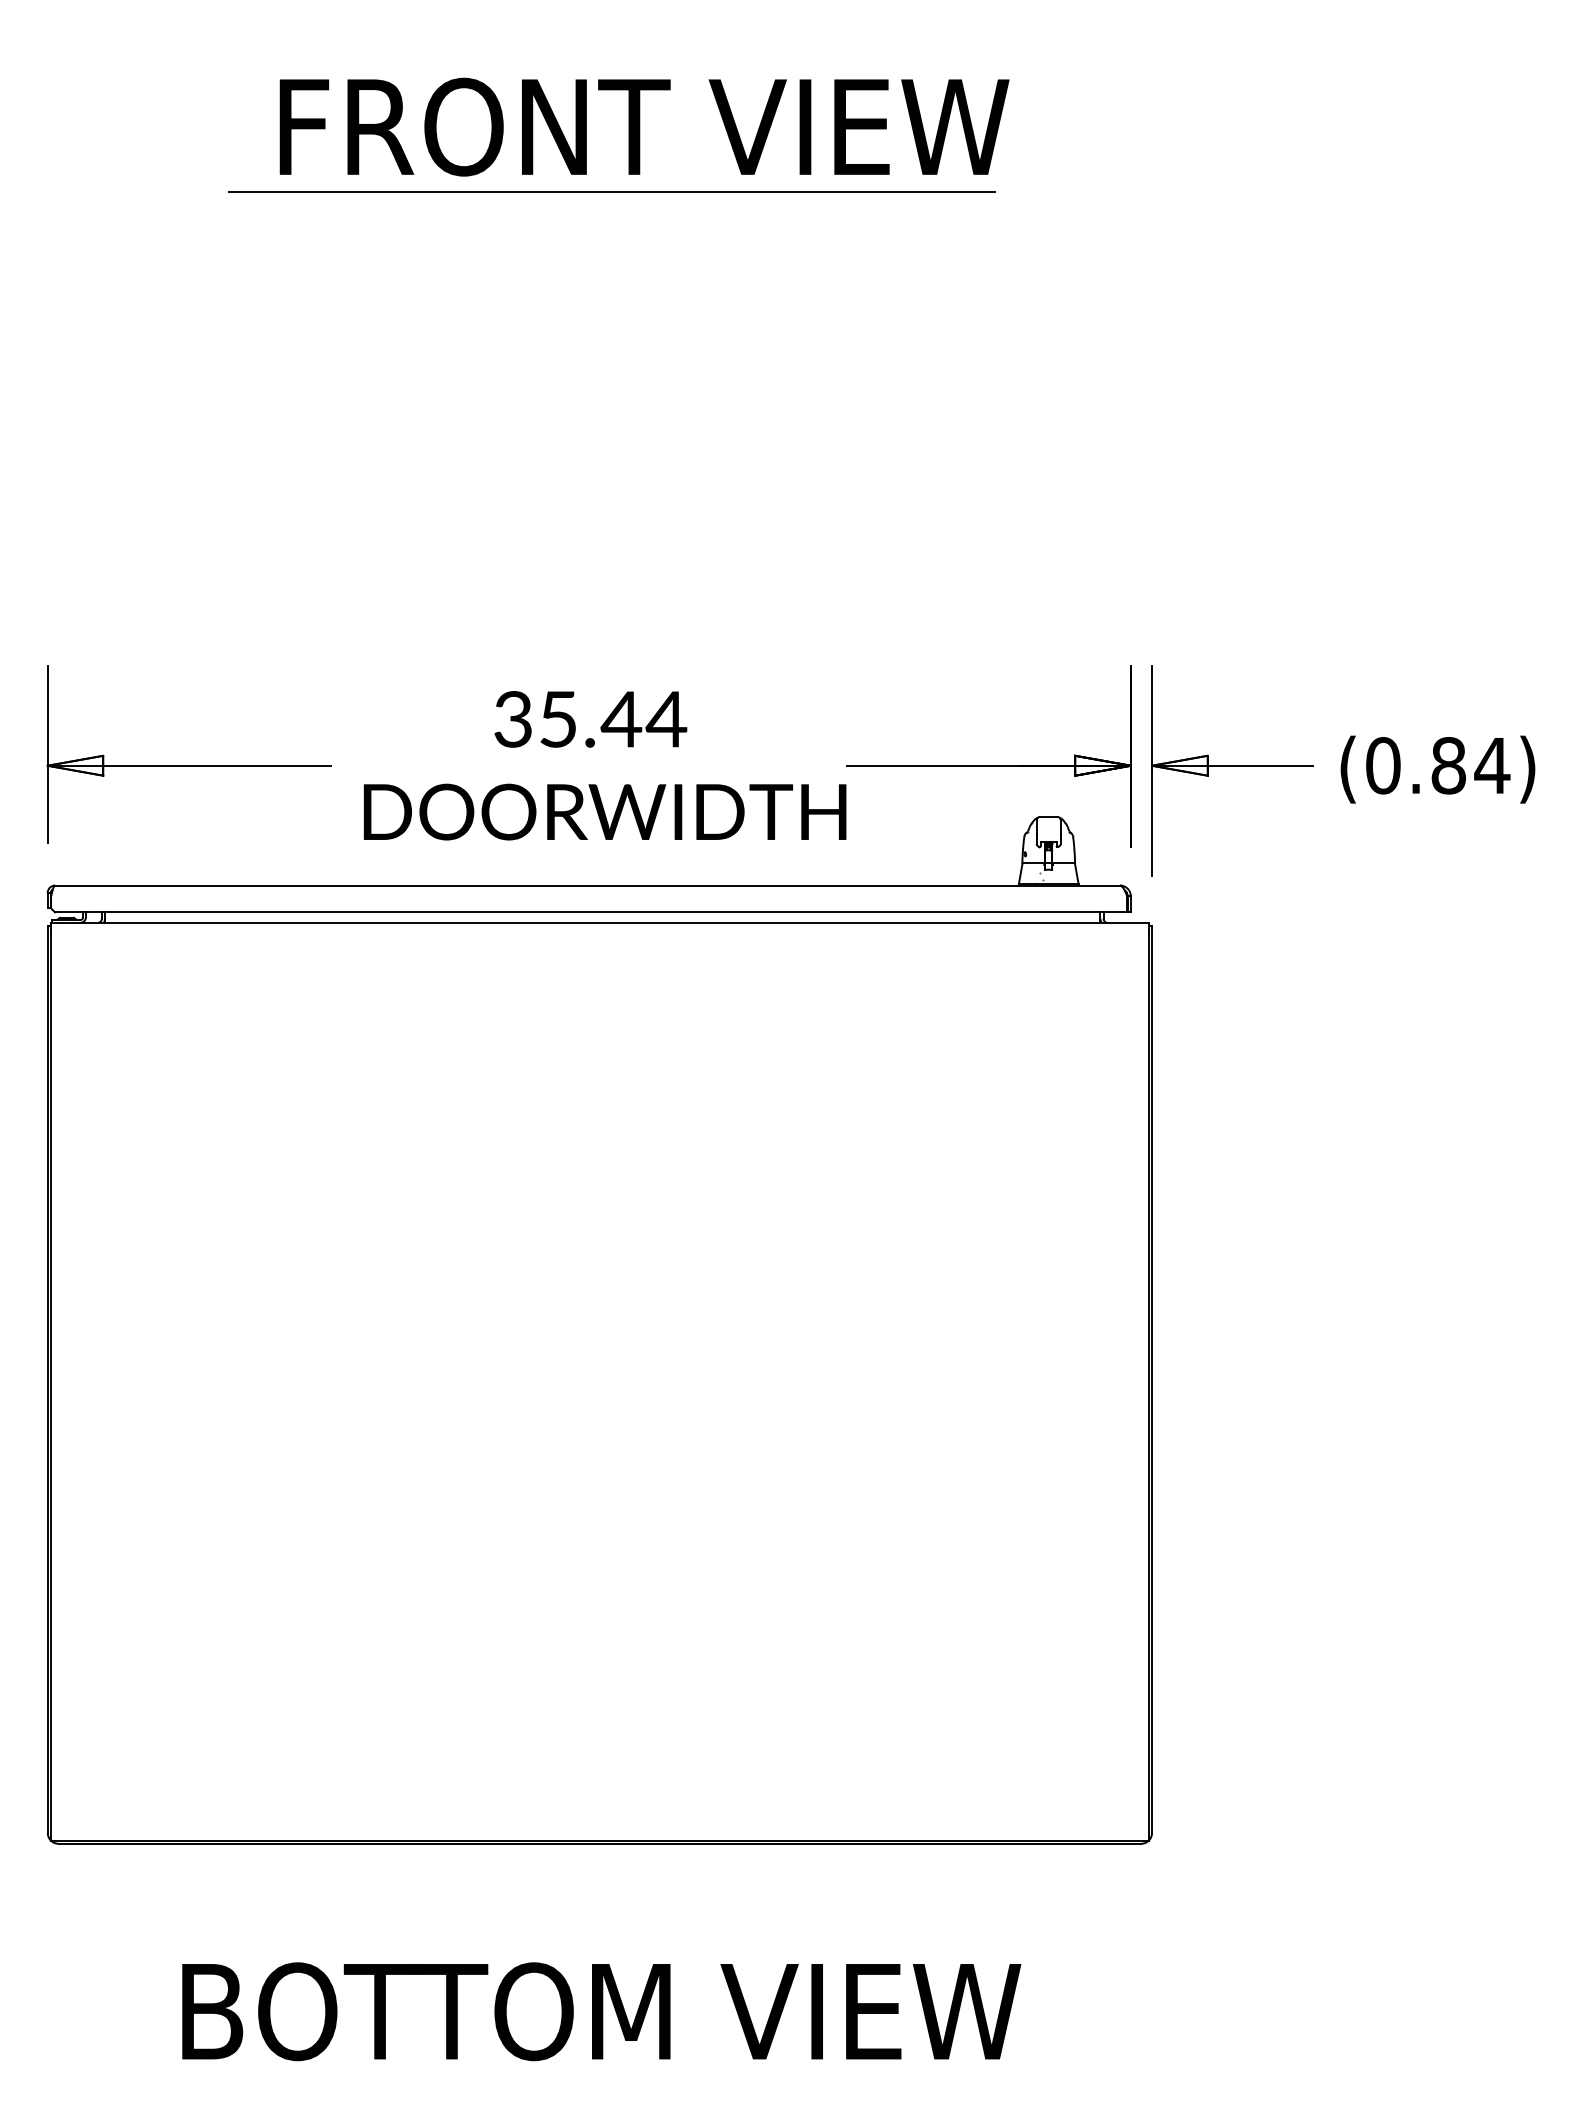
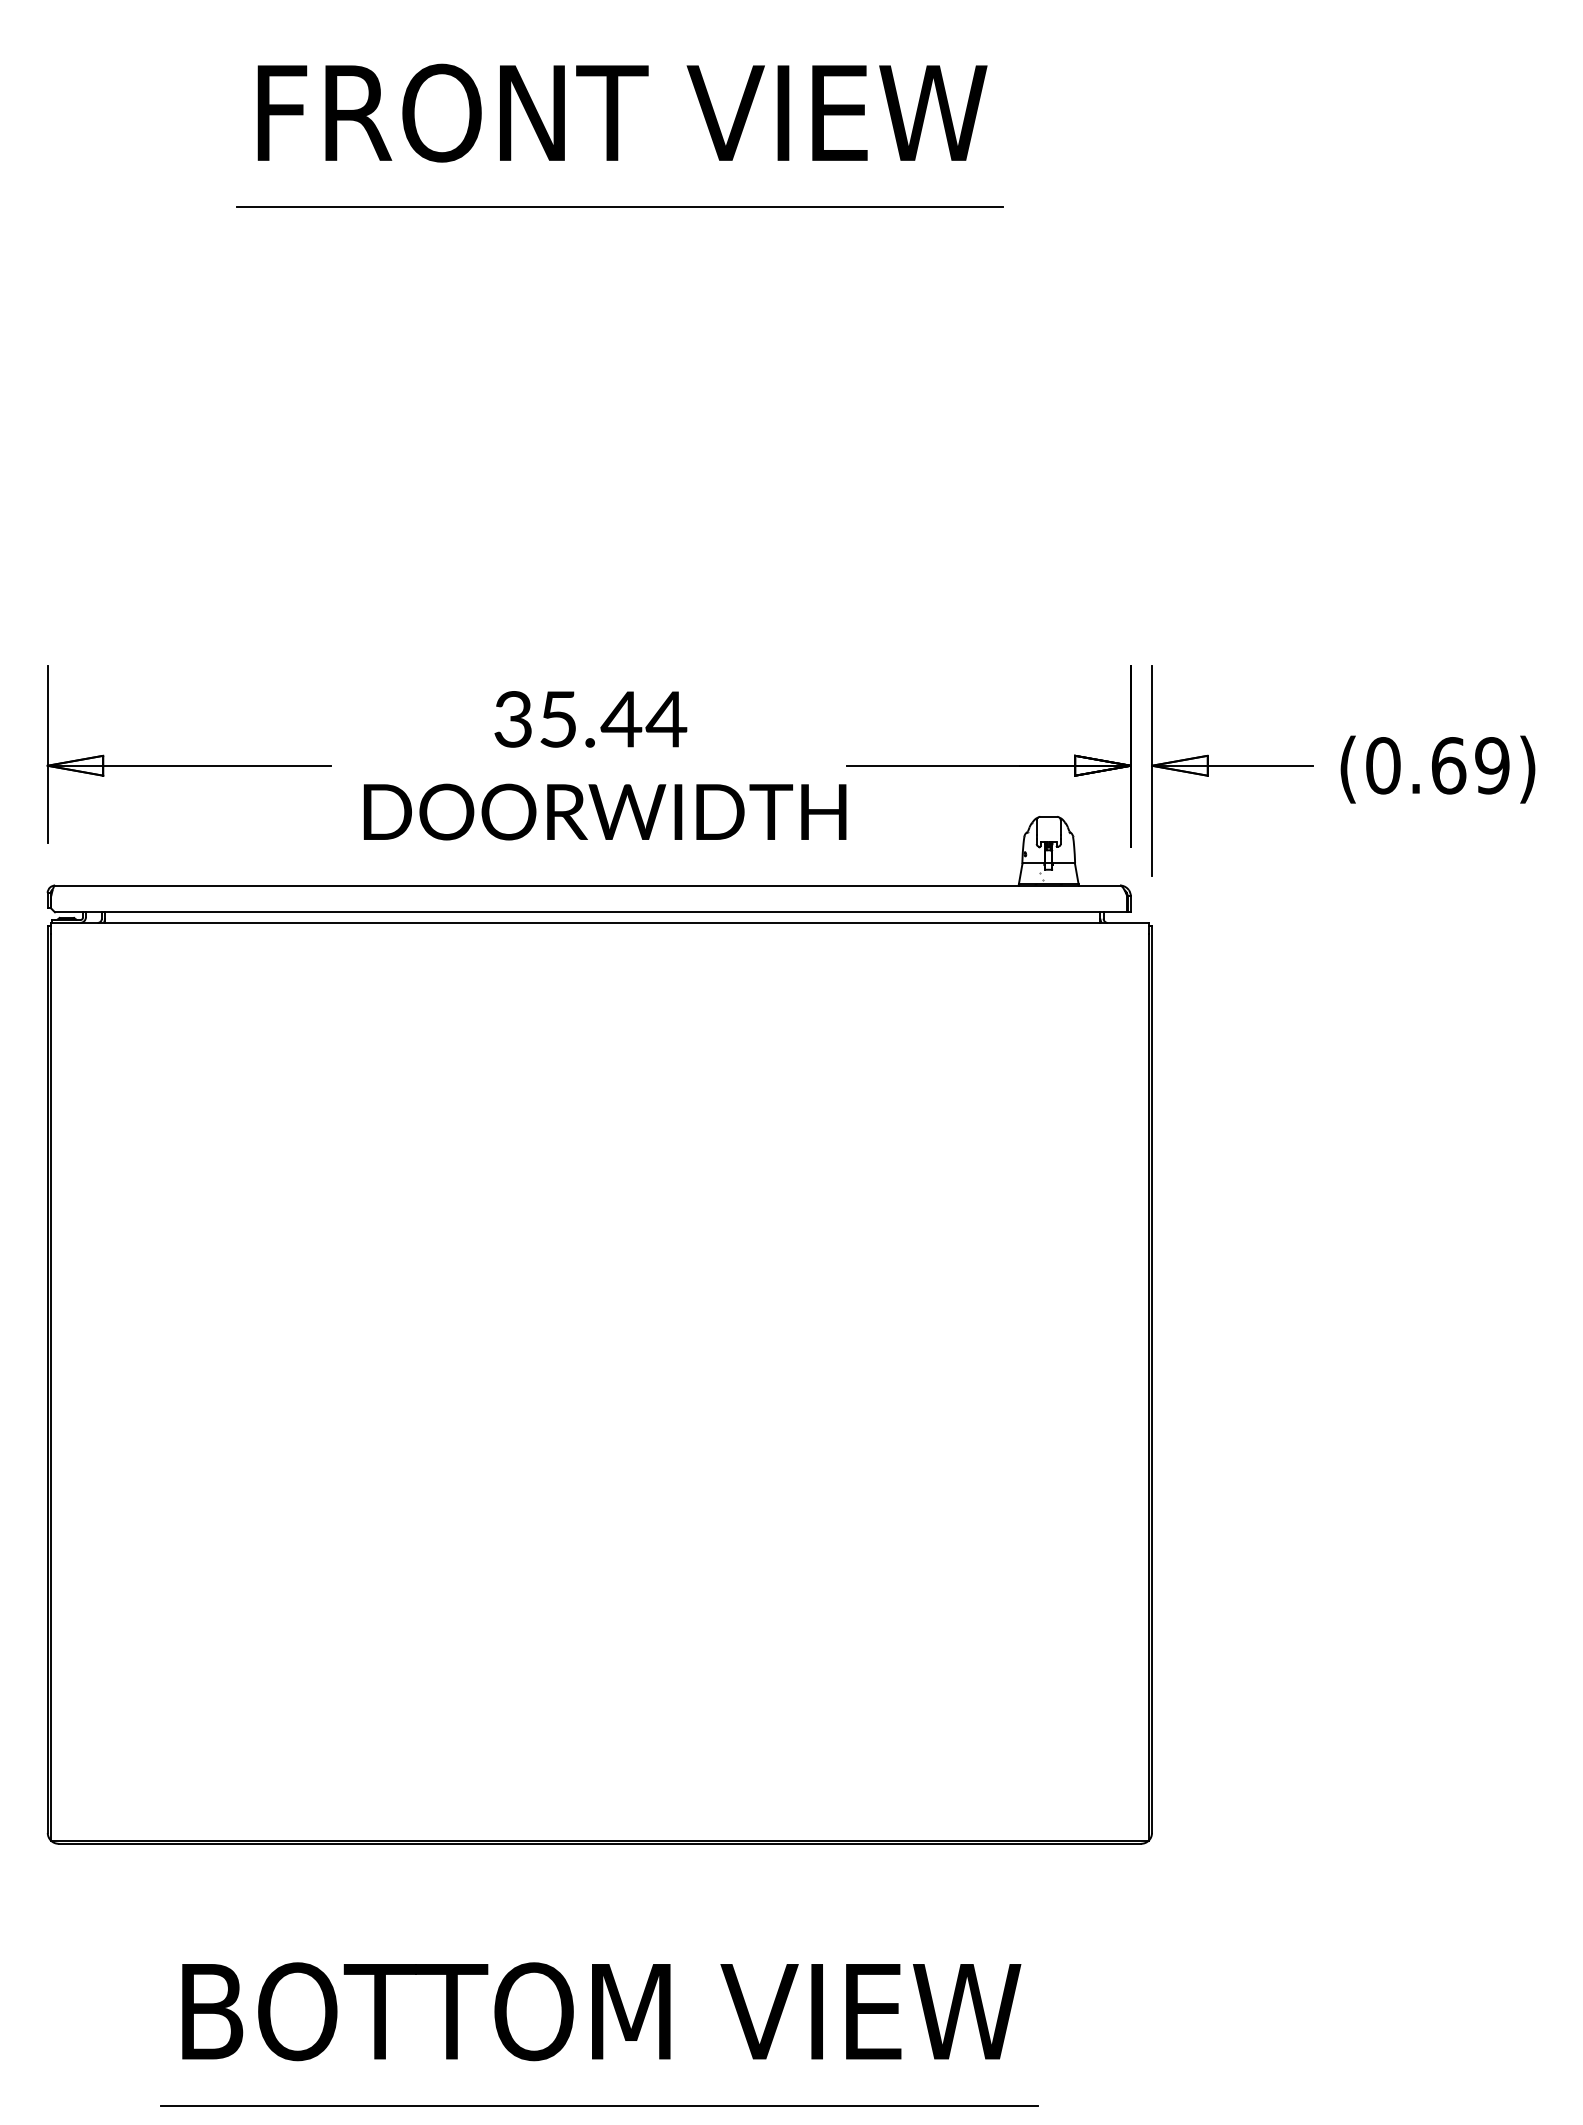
text at (644, 126) position: (644, 126) -> (622, 112)
line at (611, 191) position: (611, 191) -> (619, 206)
text at (1470, 765): (0.84) -> (0.69)
line at (599, 2106): none -> present
